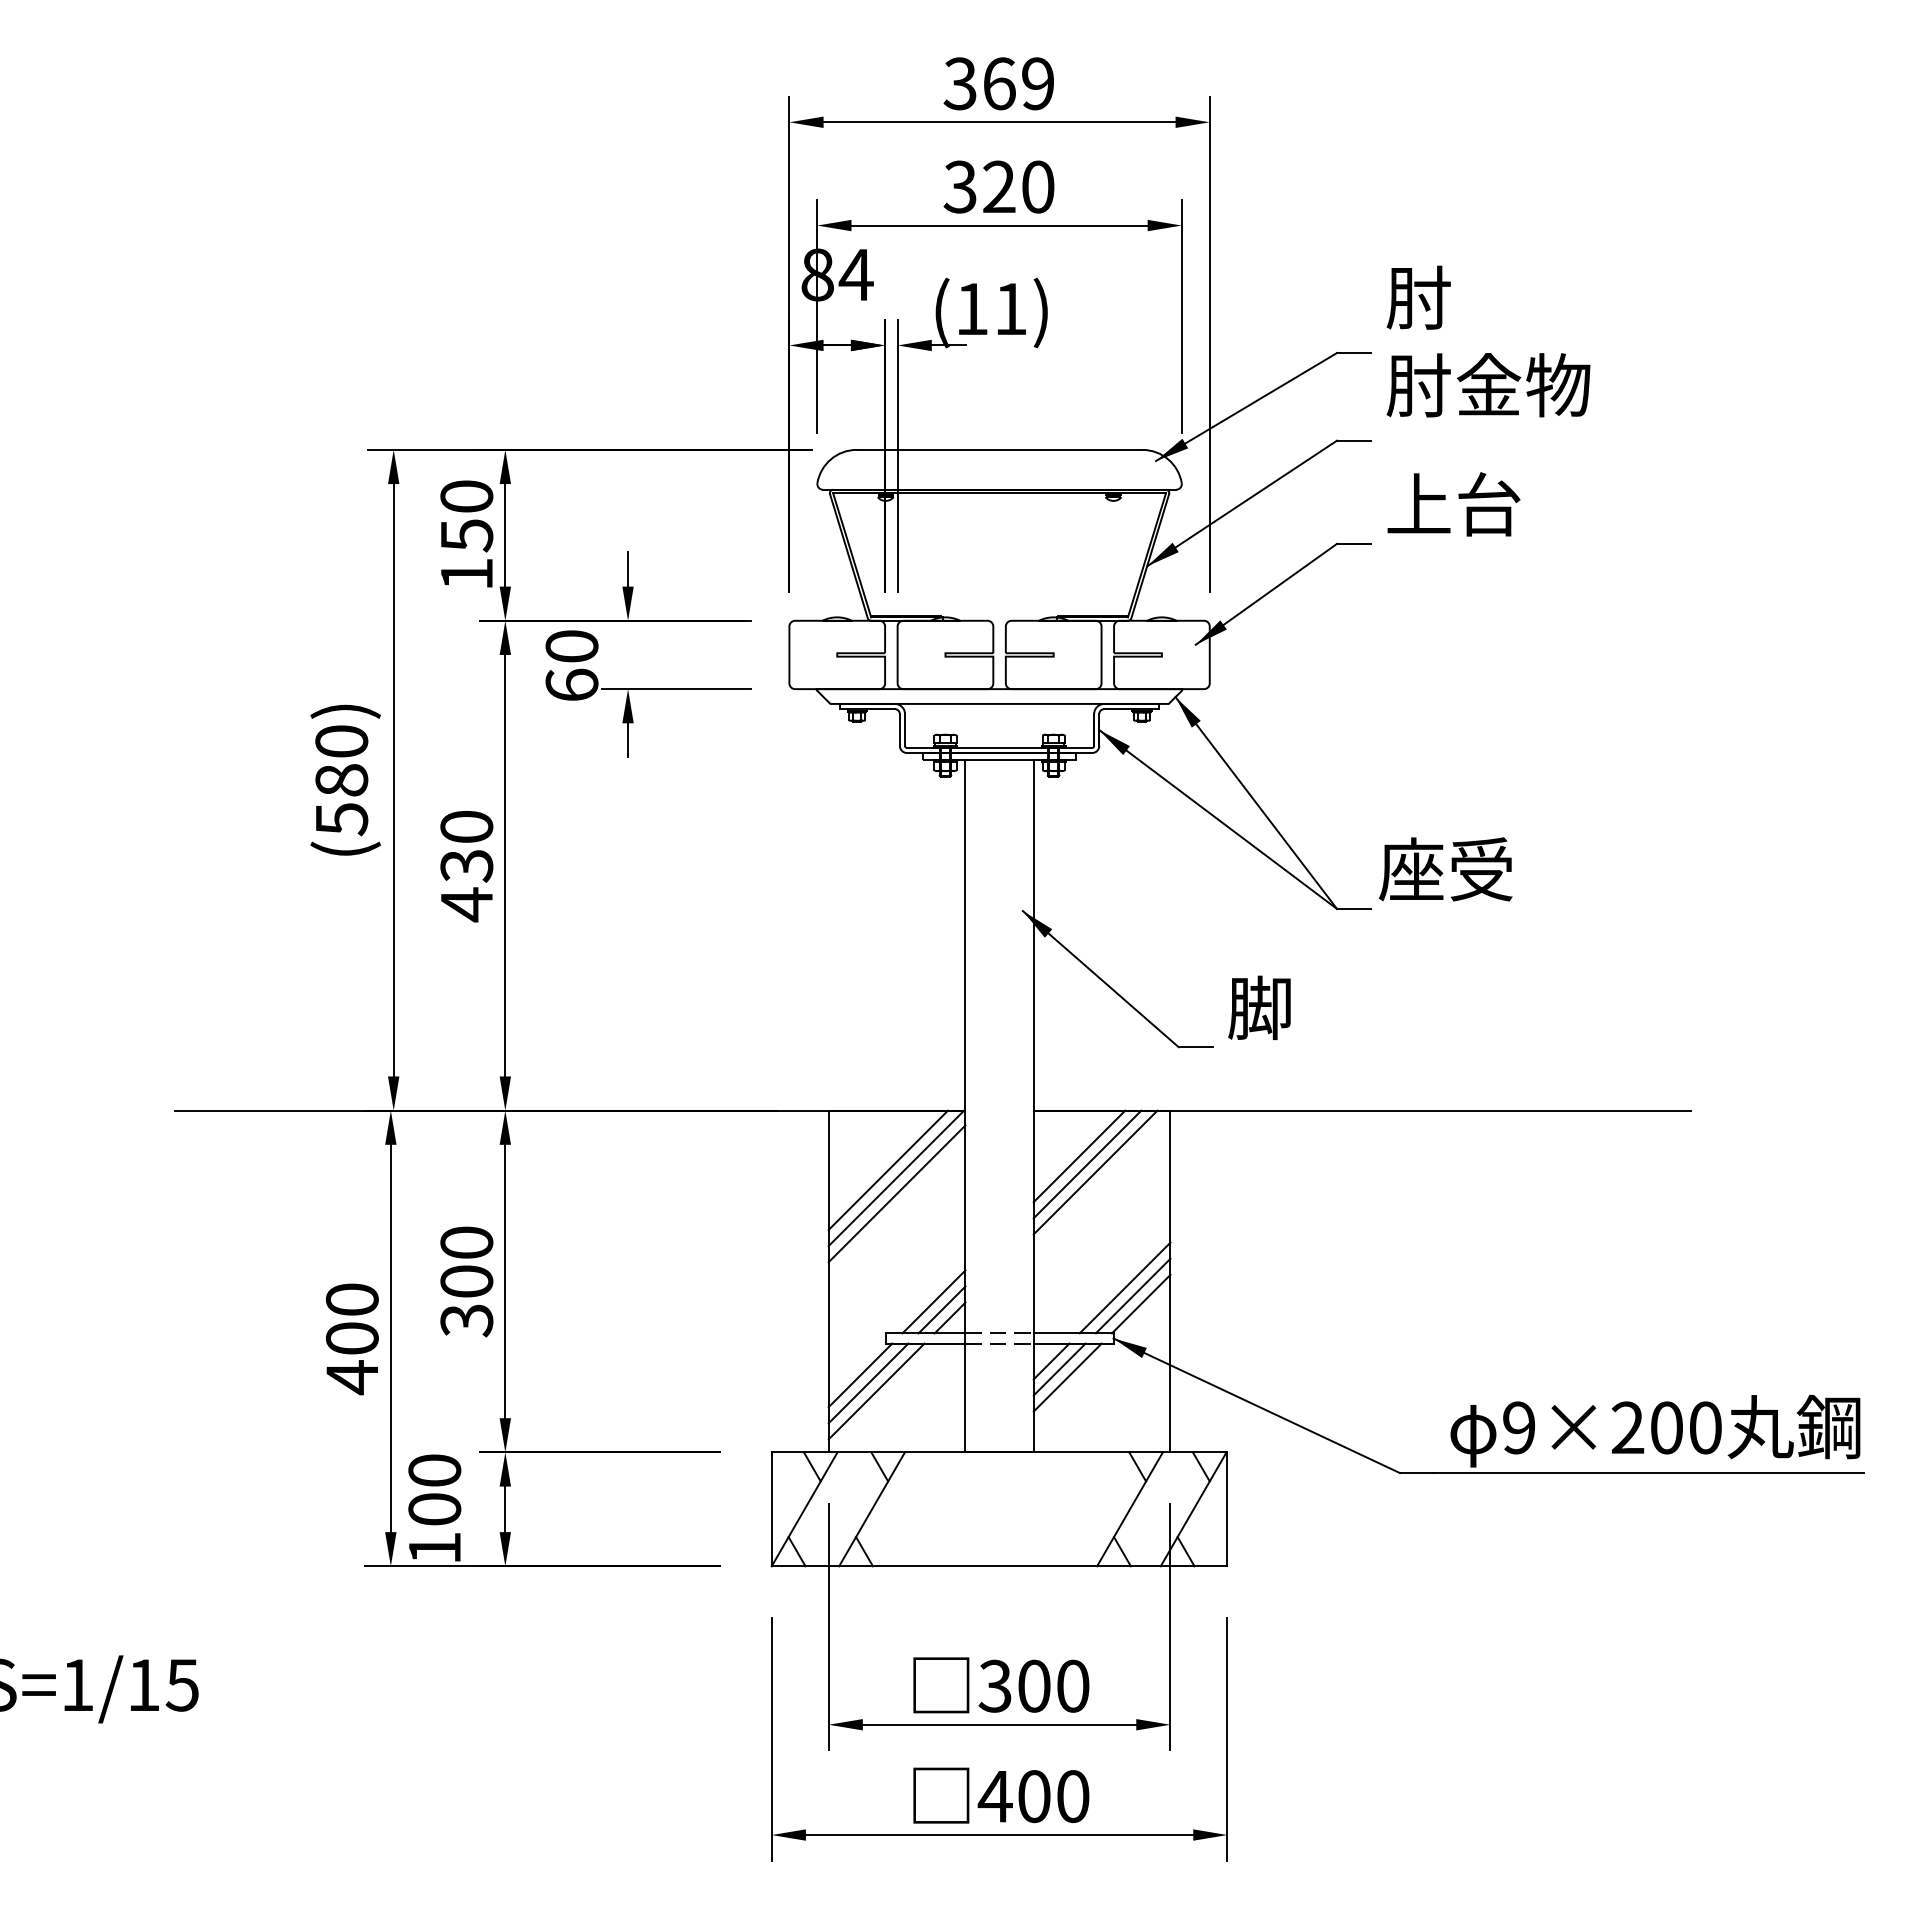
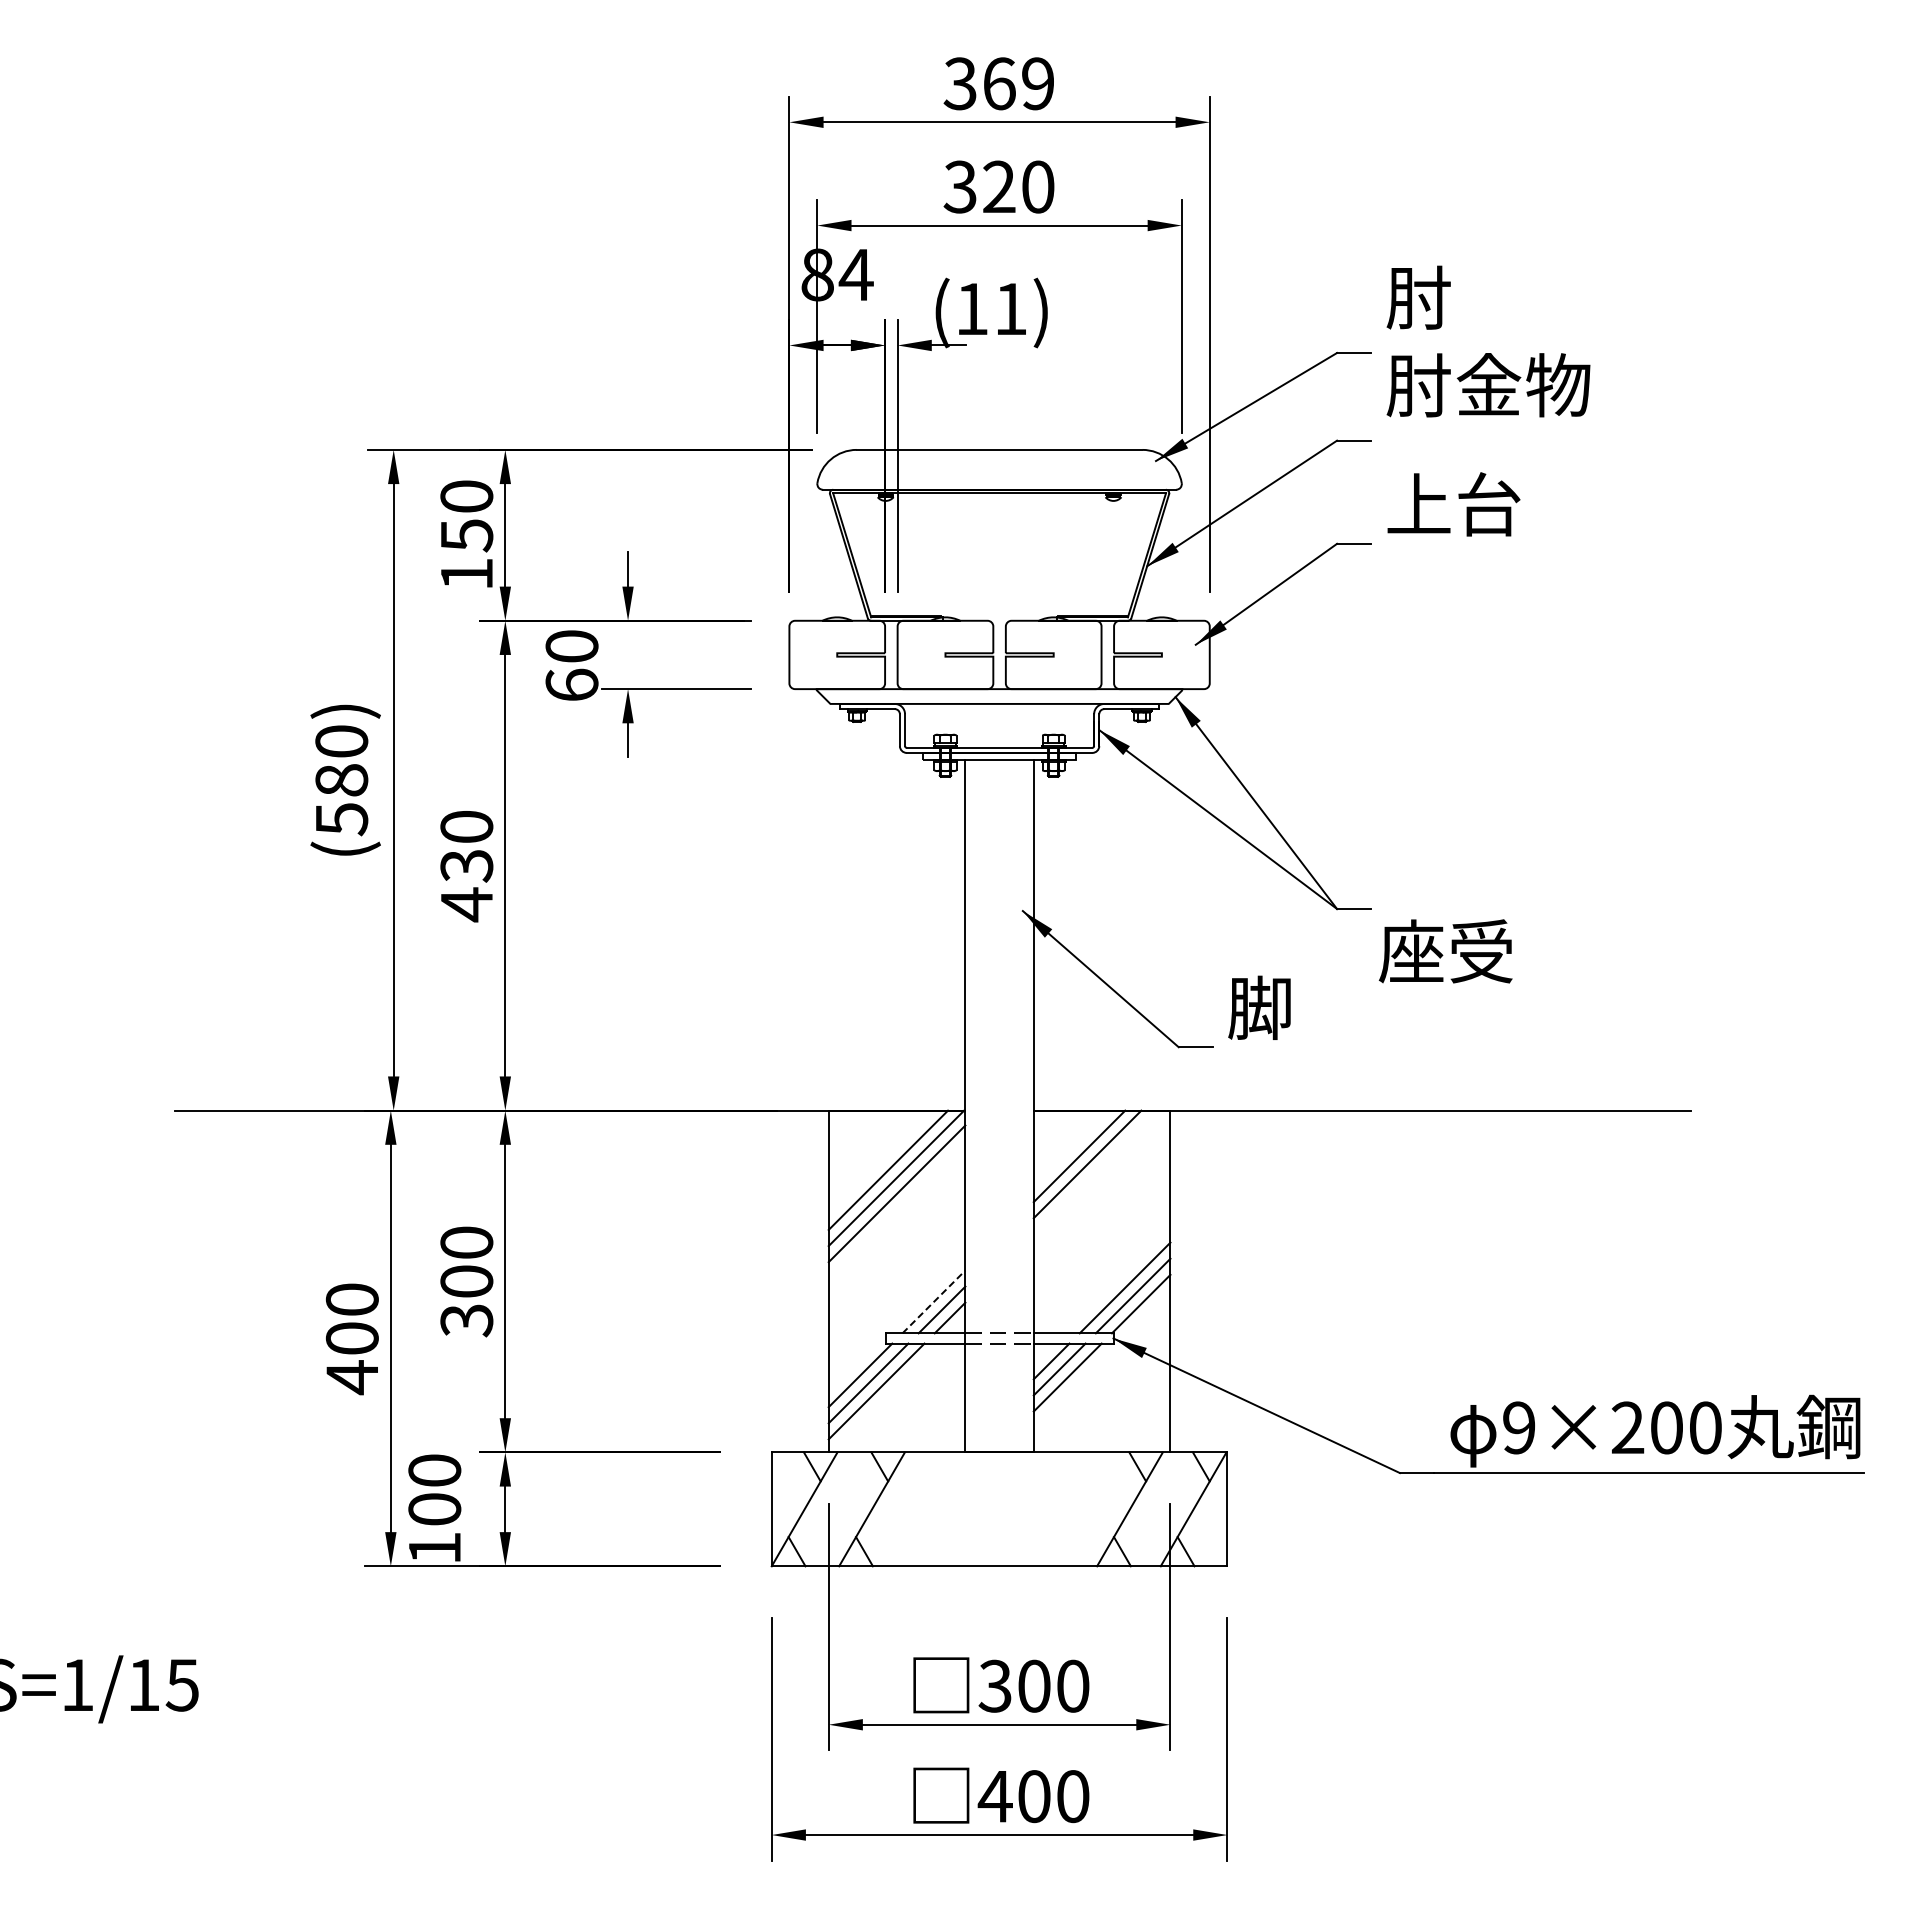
text at (1445, 869) position: (1445, 869) -> (1445, 951)
line at (1095, 1172): present -> none
line at (934, 1301): solid -> dashed
